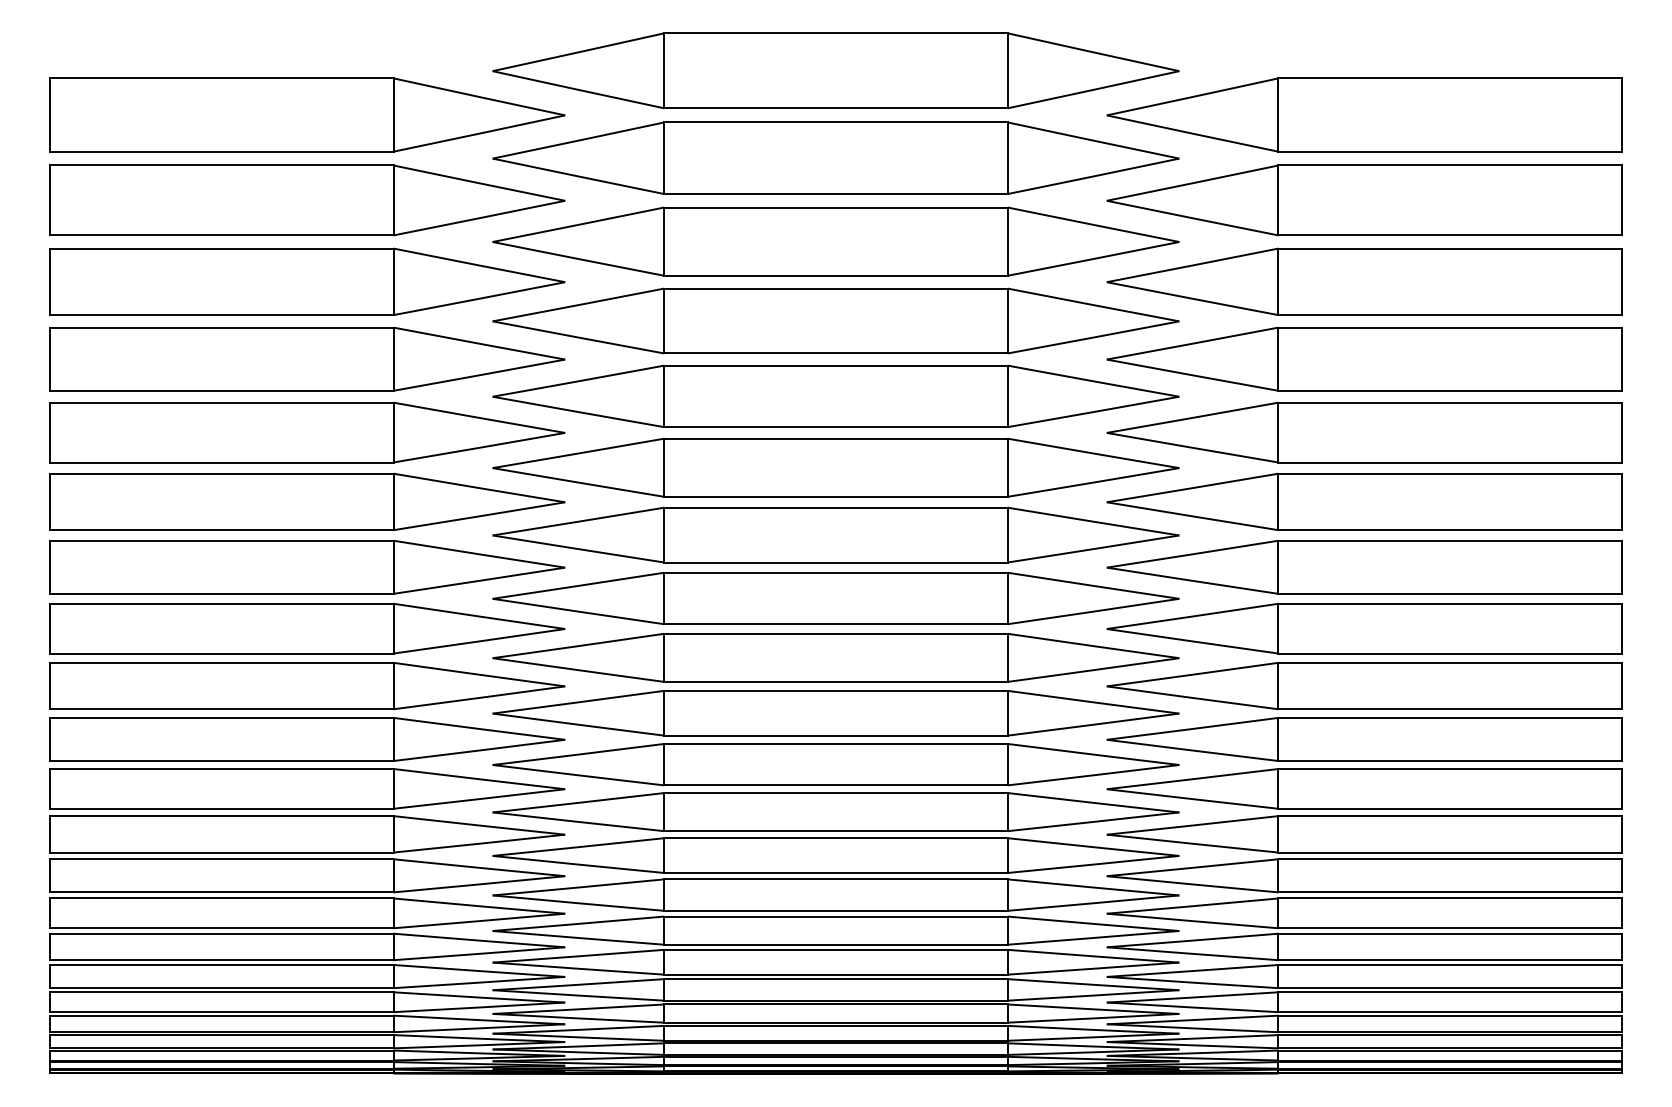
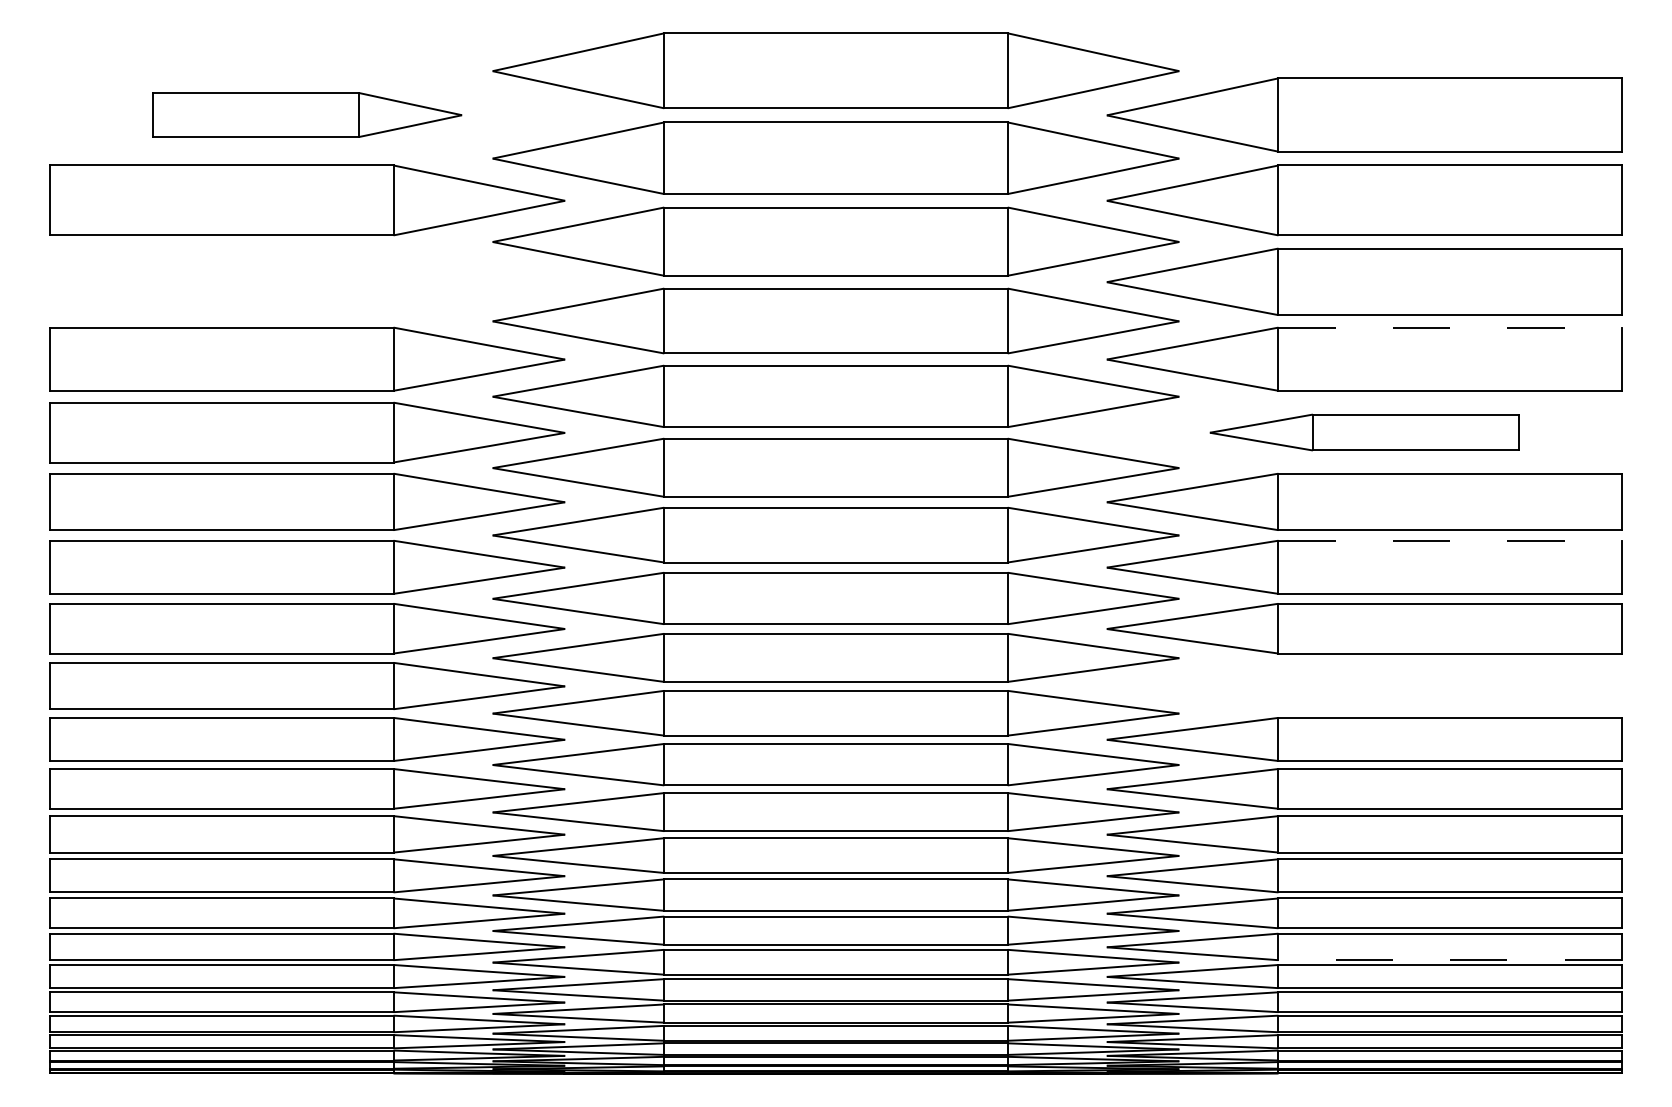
part at (307, 114) size: 517x76 px -> 311x46 px
part at (307, 281): present -> none
line at (1450, 327): solid -> dashed
part at (1364, 432) size: 517x63 px -> 311x39 px
line at (1450, 540): solid -> dashed
part at (1364, 685): present -> none
line at (1450, 960): solid -> dashed
